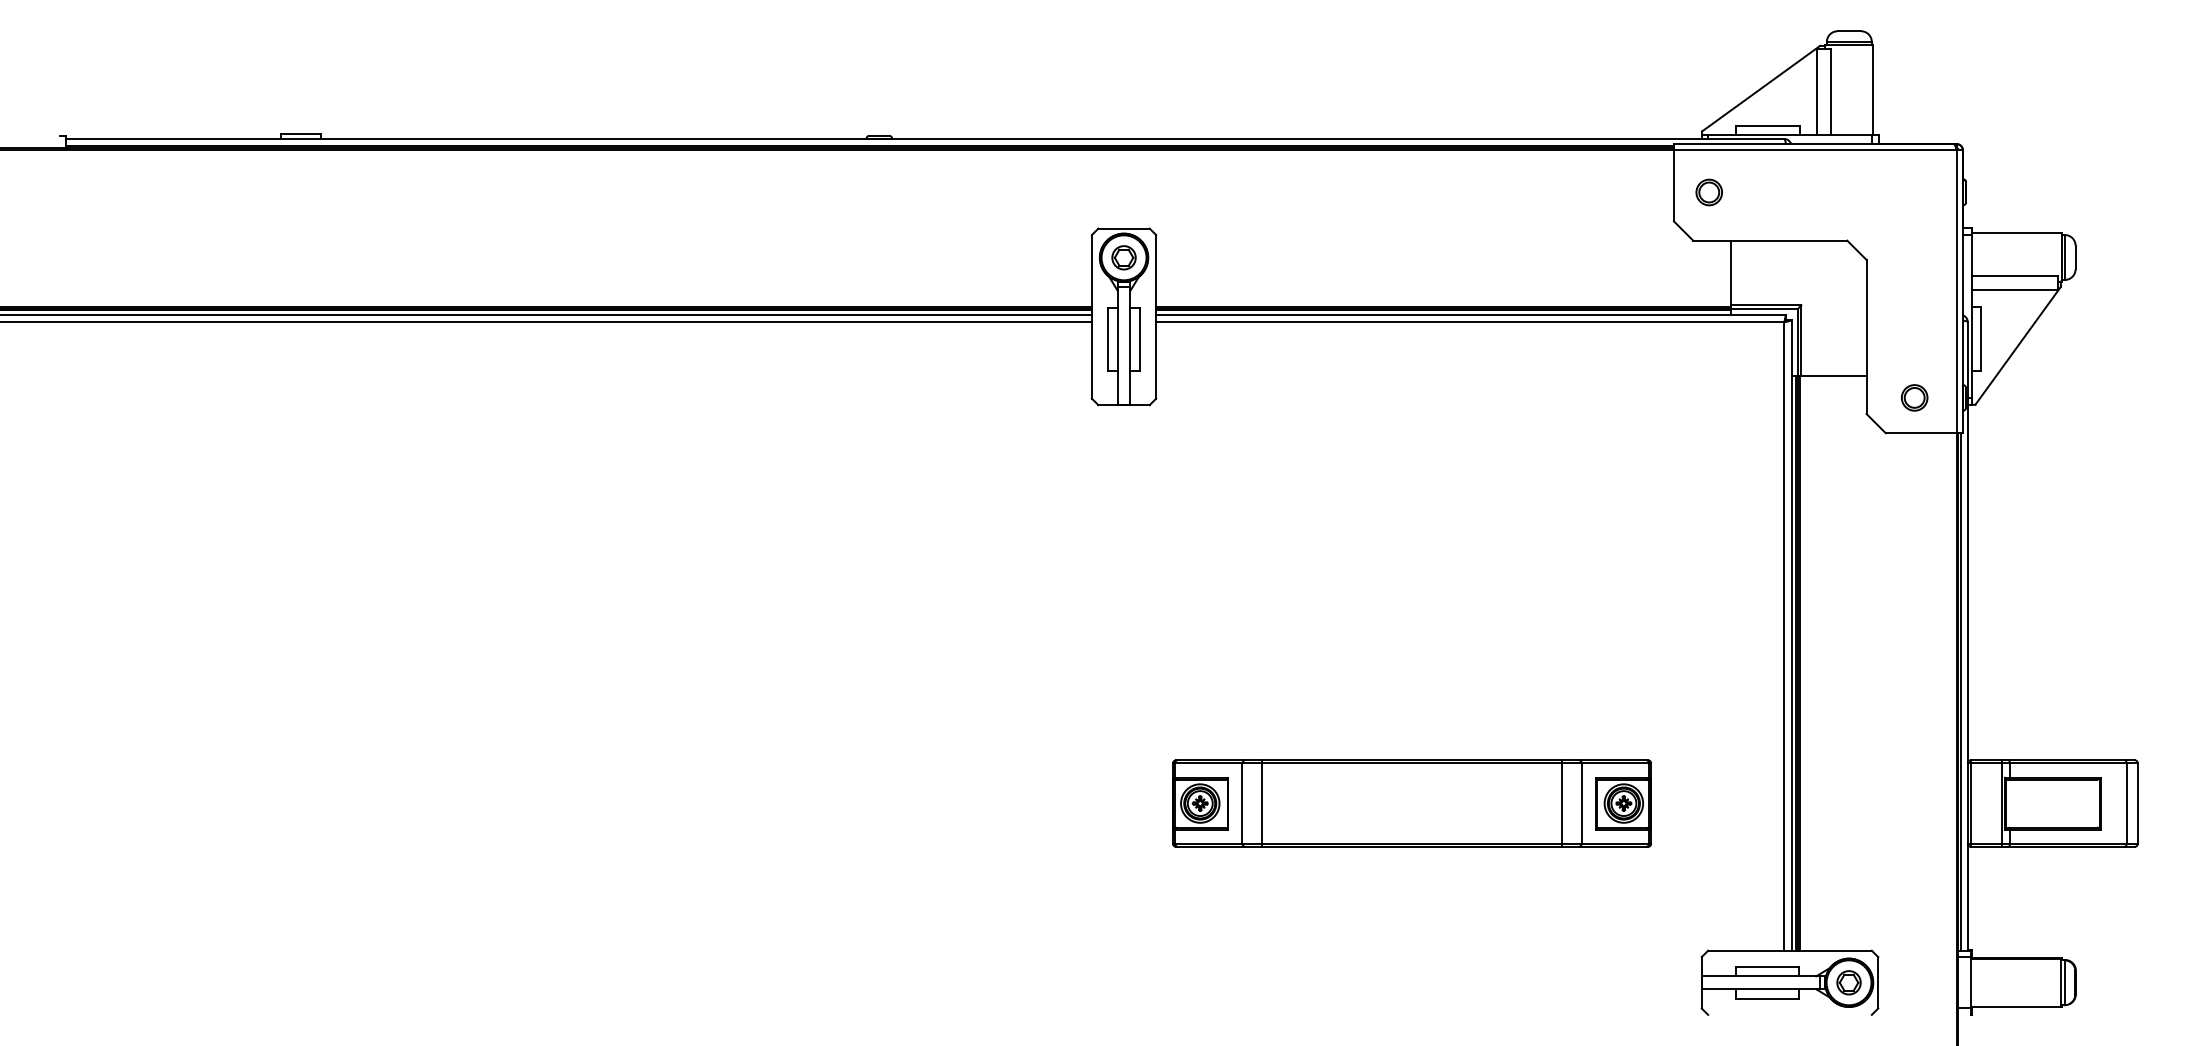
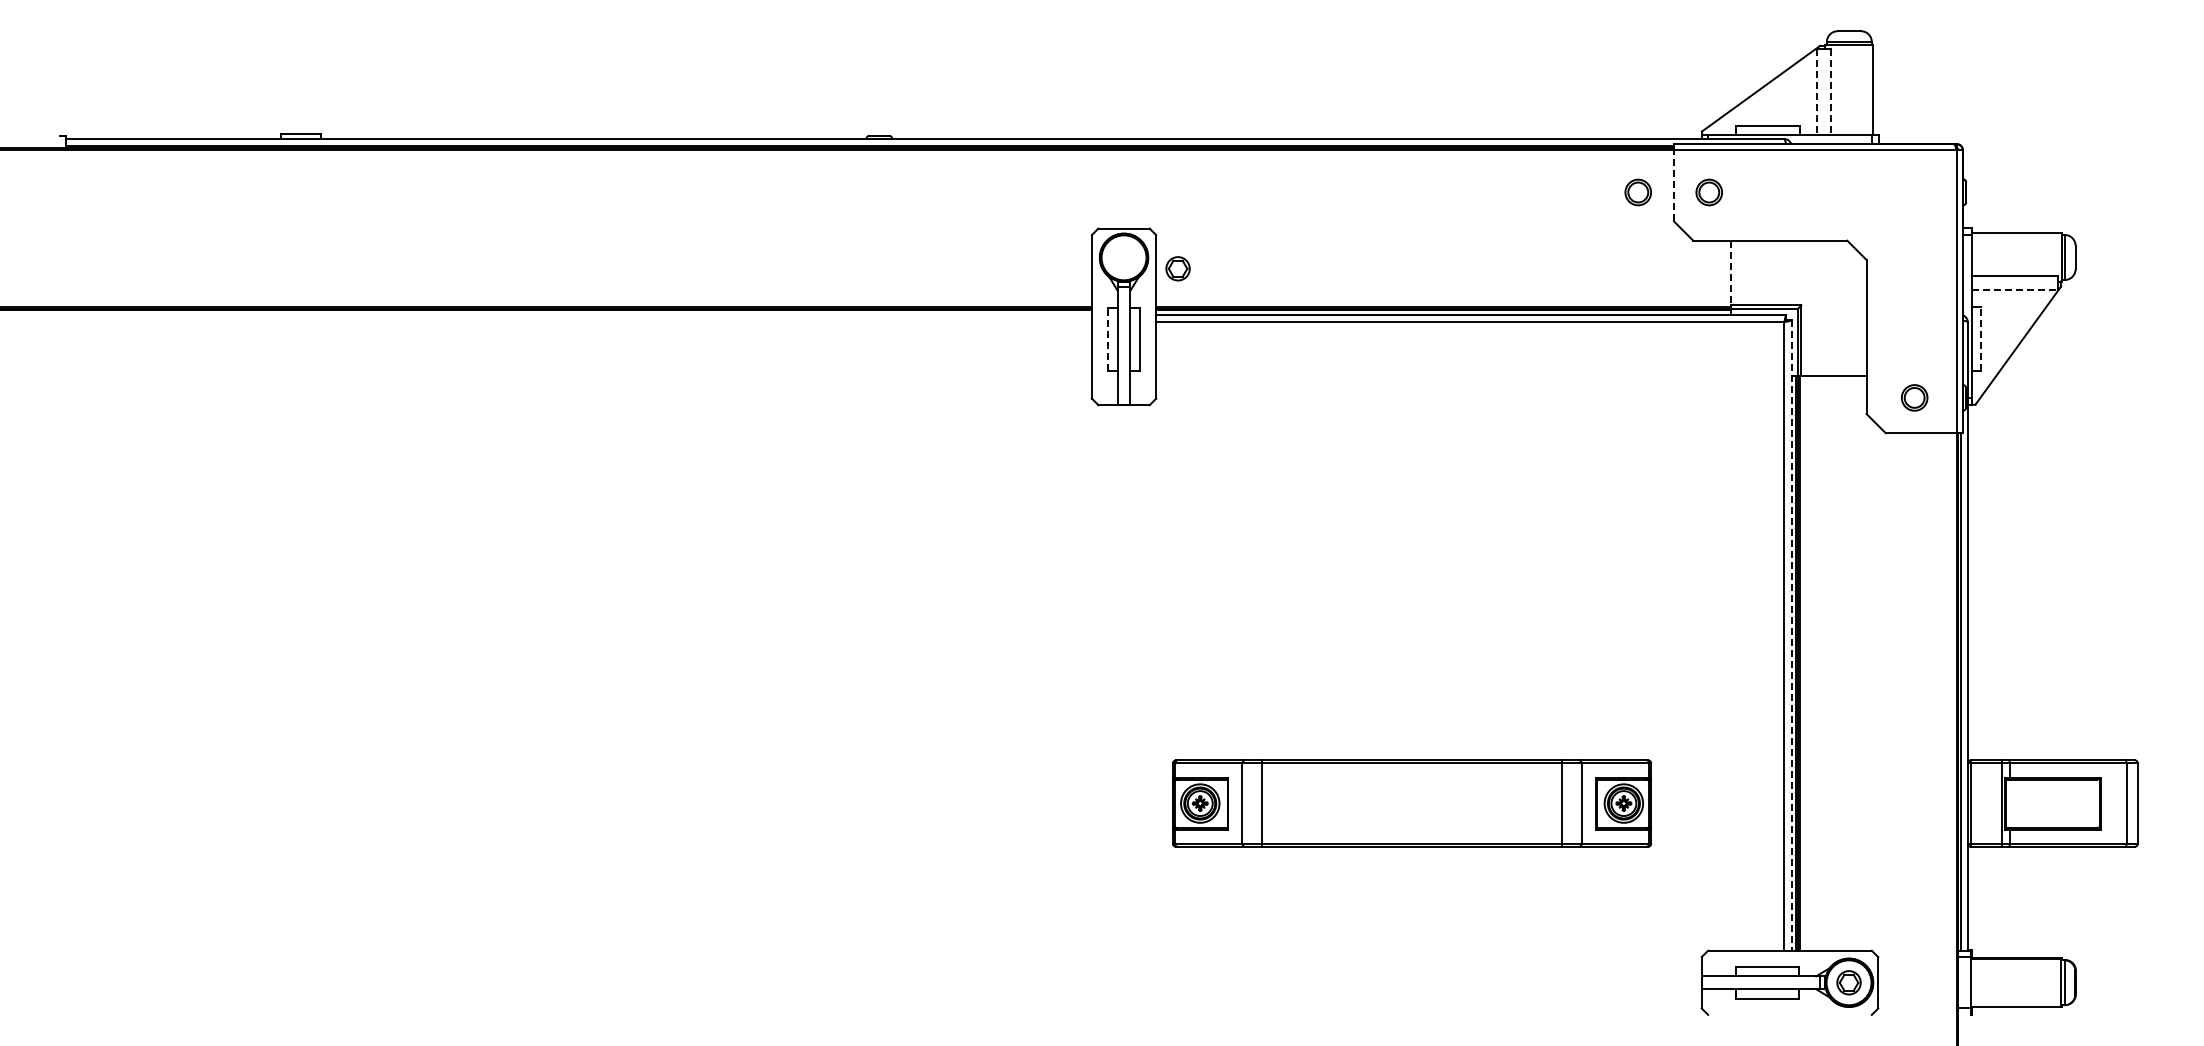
line at (1816, 92): solid -> dashed
line at (1830, 92): solid -> dashed
line at (1673, 185): solid -> dashed
part at (1637, 192): none -> present
part at (1123, 257) position: (1123, 257) -> (1177, 268)
line at (1730, 274): solid -> dashed
line at (2015, 290): solid -> dashed
line at (546, 314): present -> none
line at (546, 322): present -> none
line at (1108, 339): solid -> dashed
line at (1981, 339): solid -> dashed
line at (1791, 635): solid -> dashed
